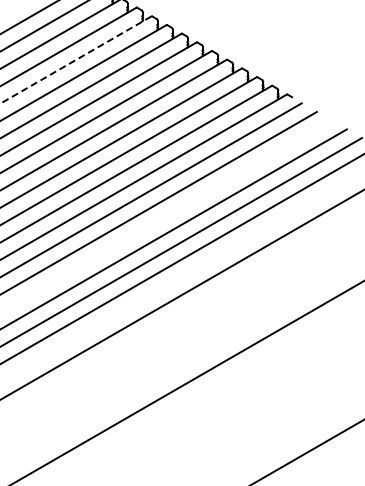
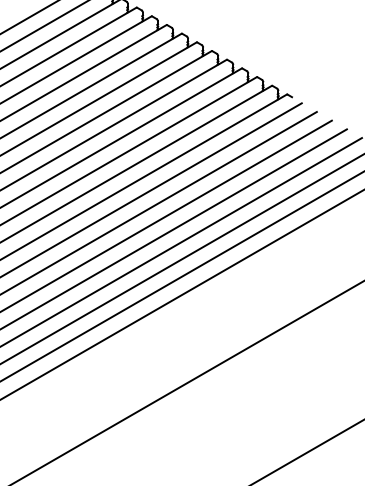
line at (76, 59): dashed -> solid
line at (166, 215): none -> present
line at (181, 276): none -> present
